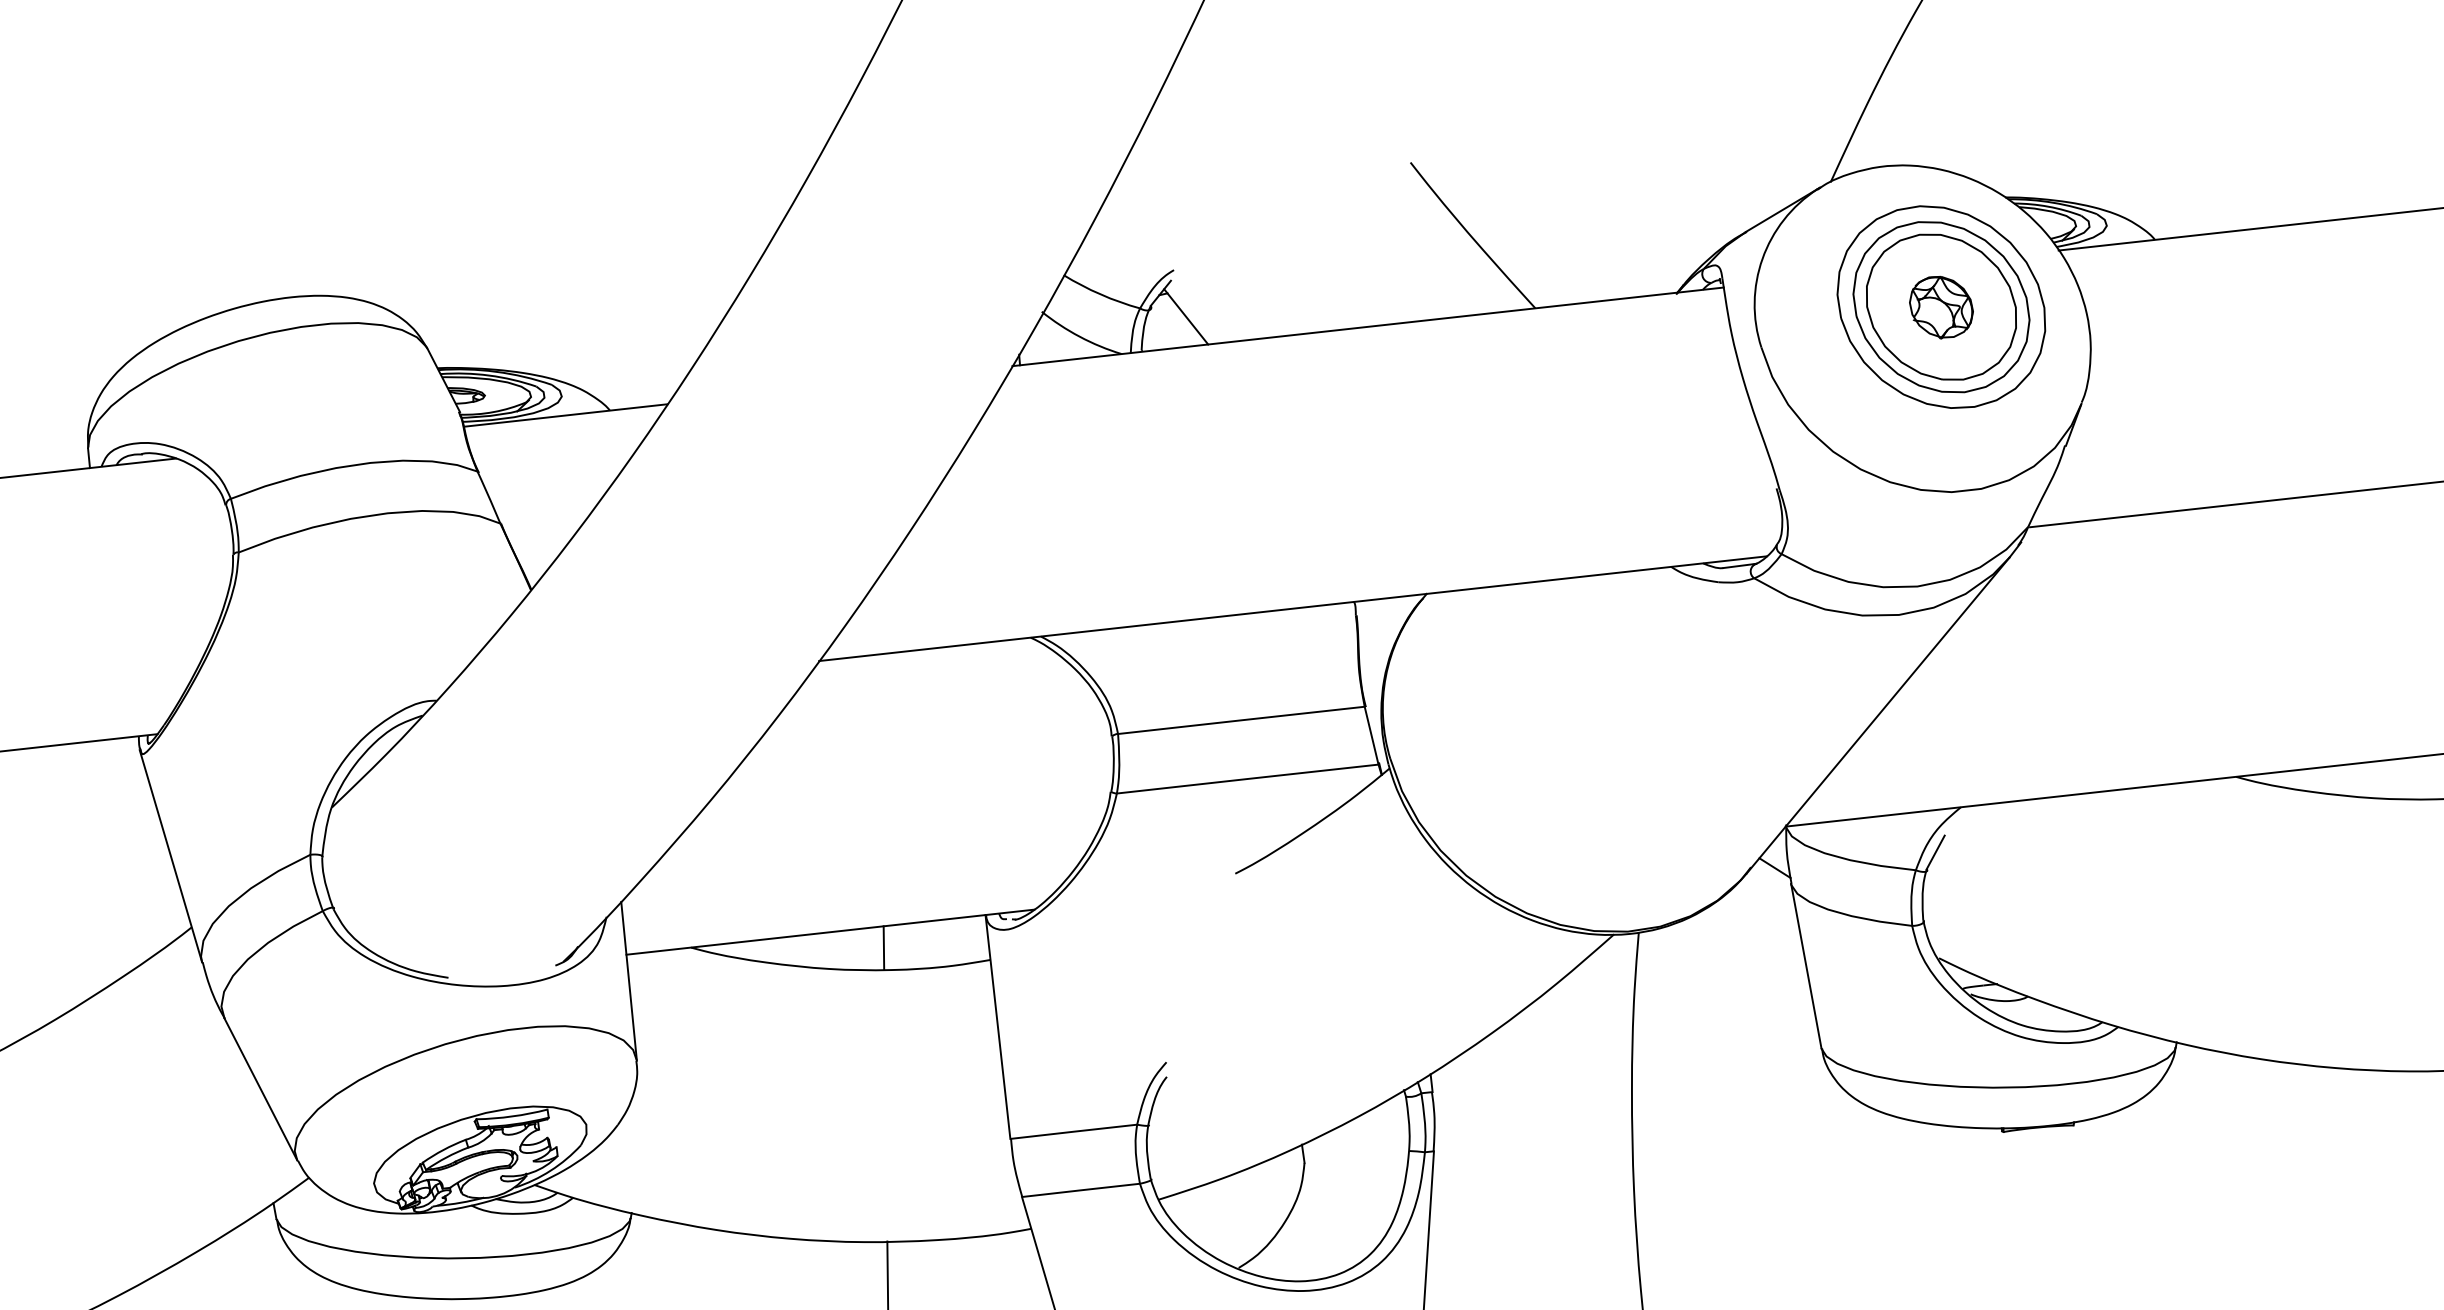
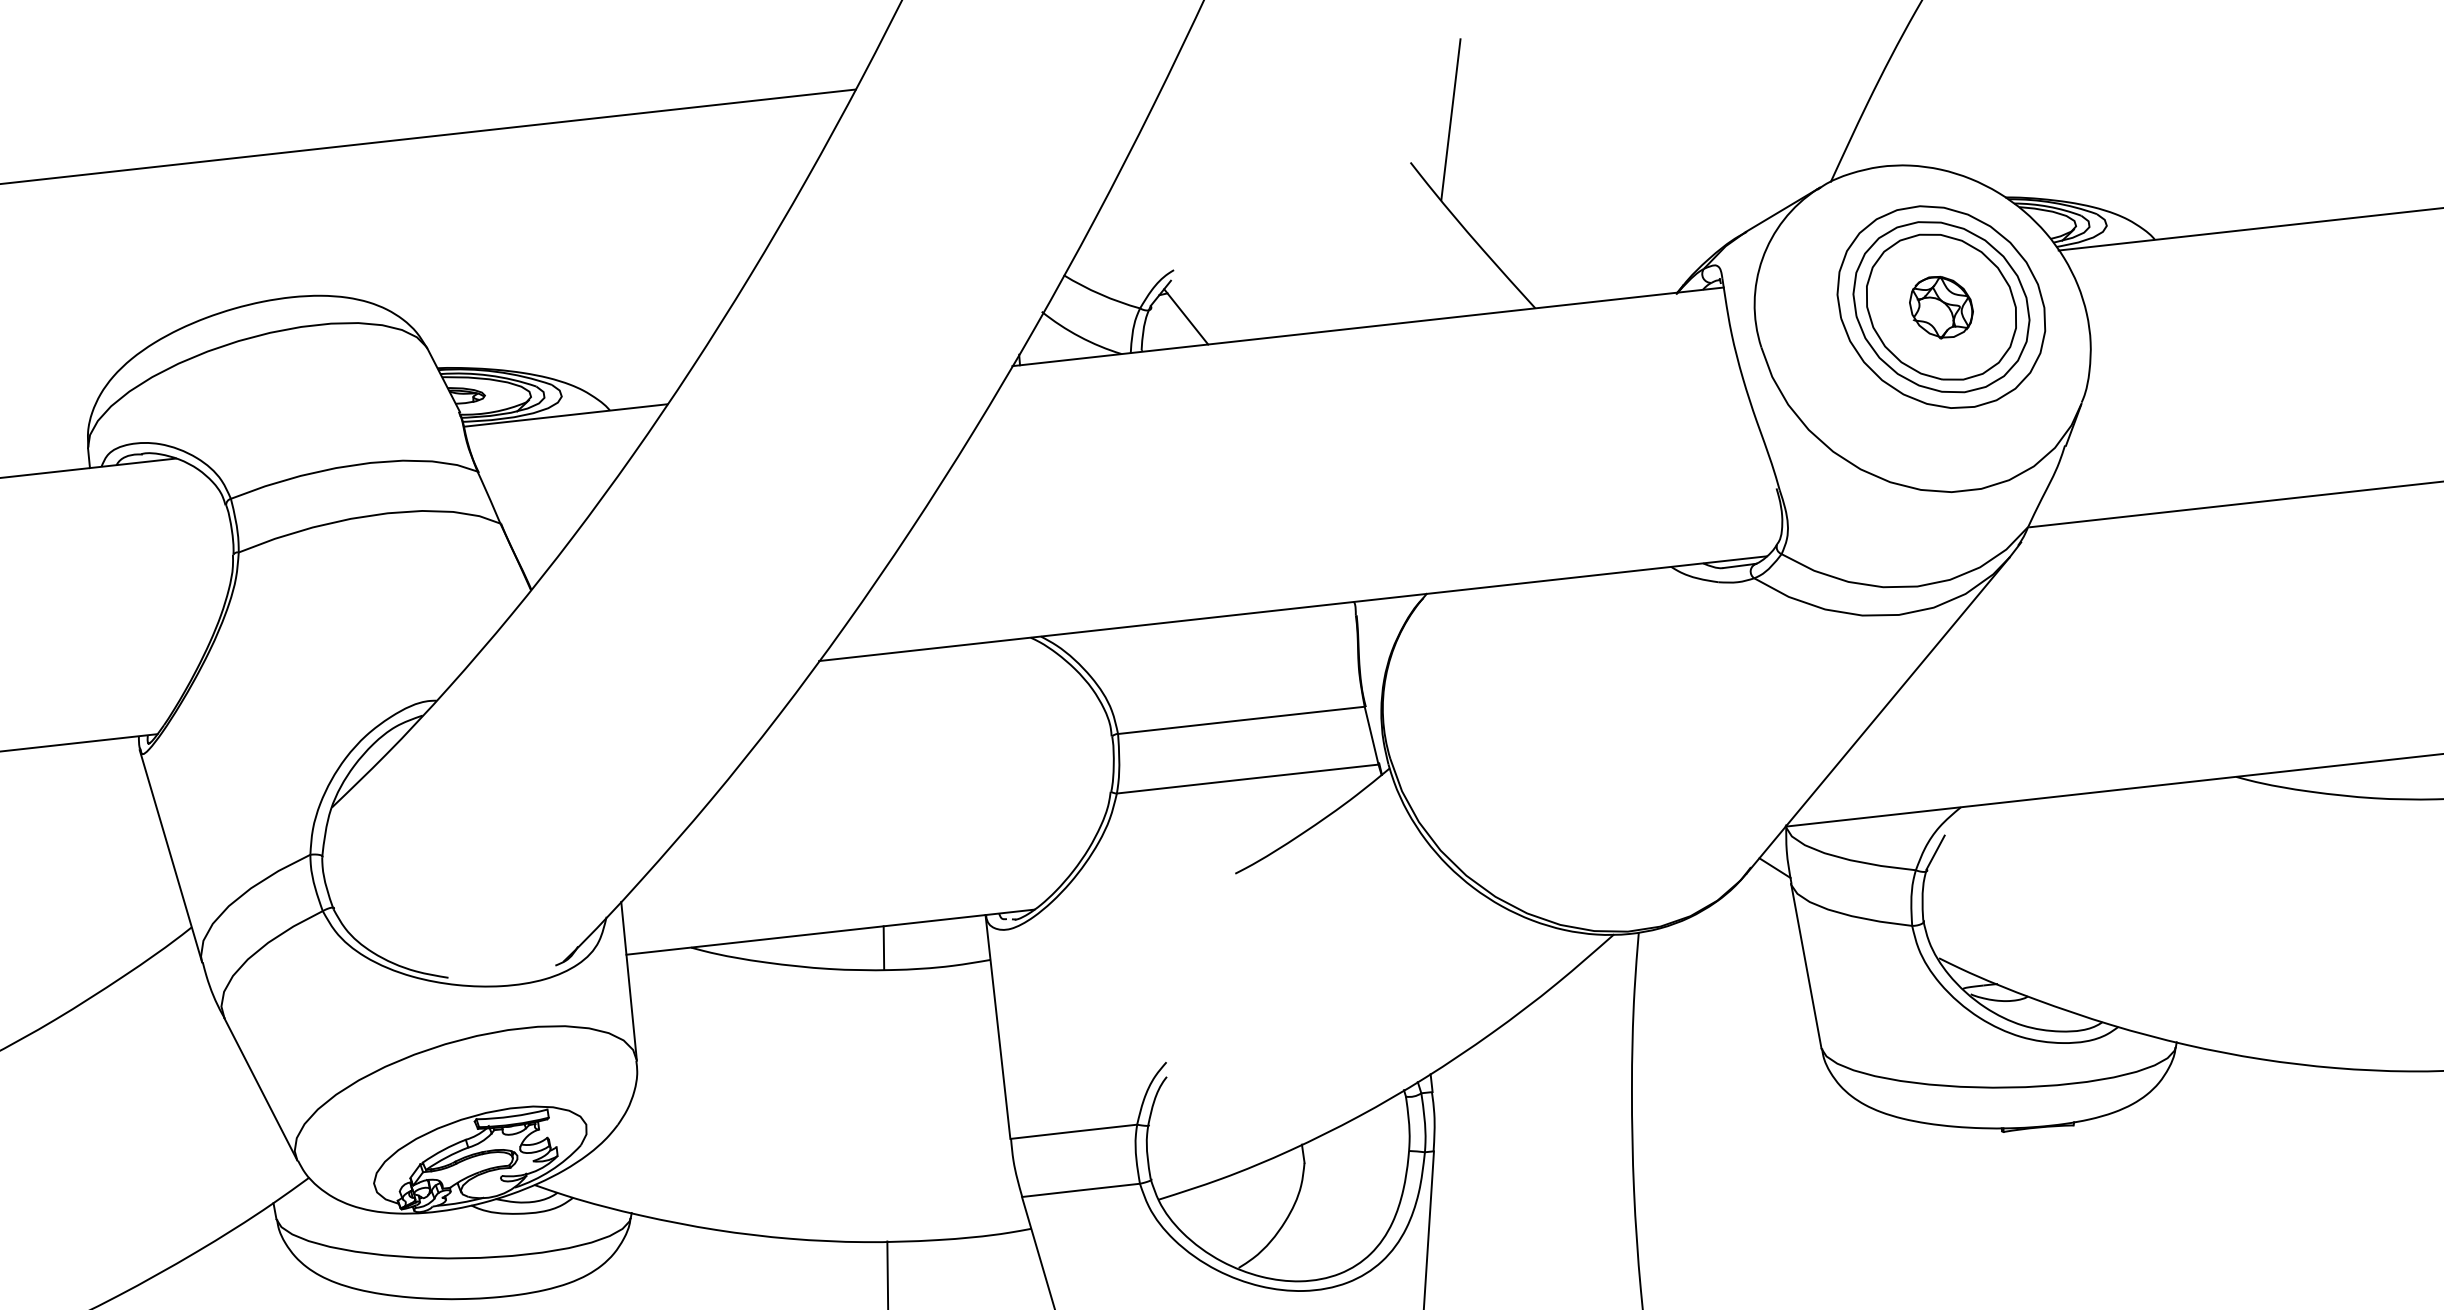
line at (1450, 119): none -> present
line at (428, 136): none -> present
